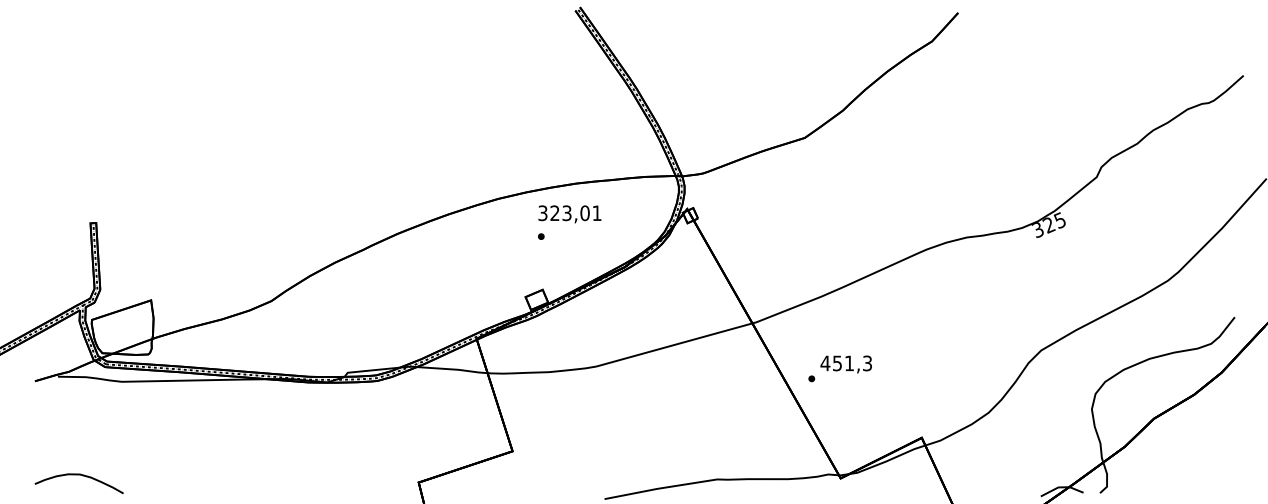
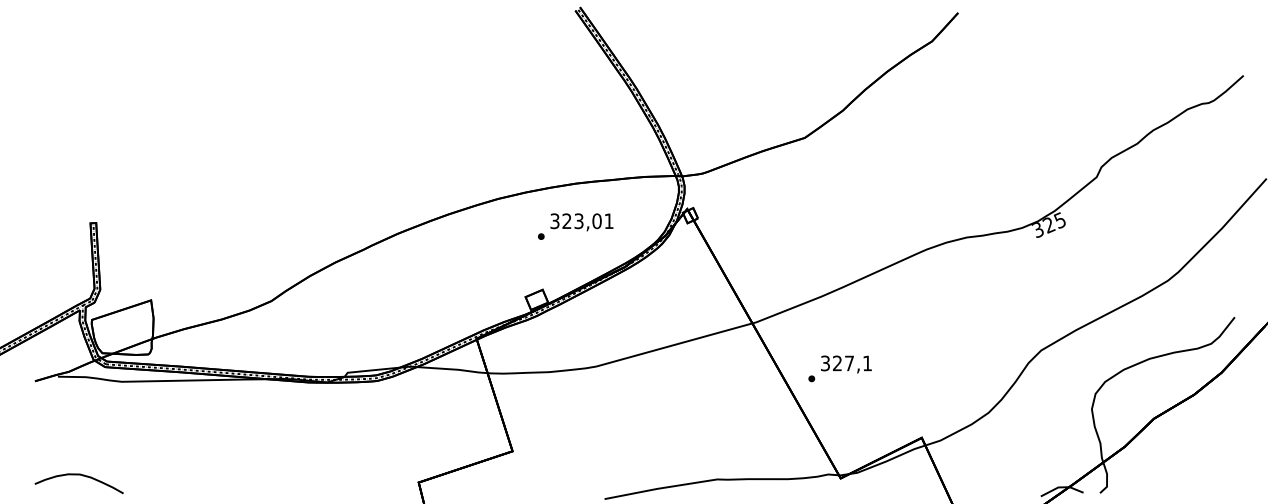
text at (569, 214) position: (569, 214) -> (581, 222)
text at (845, 363): 451,3 -> 327,1
